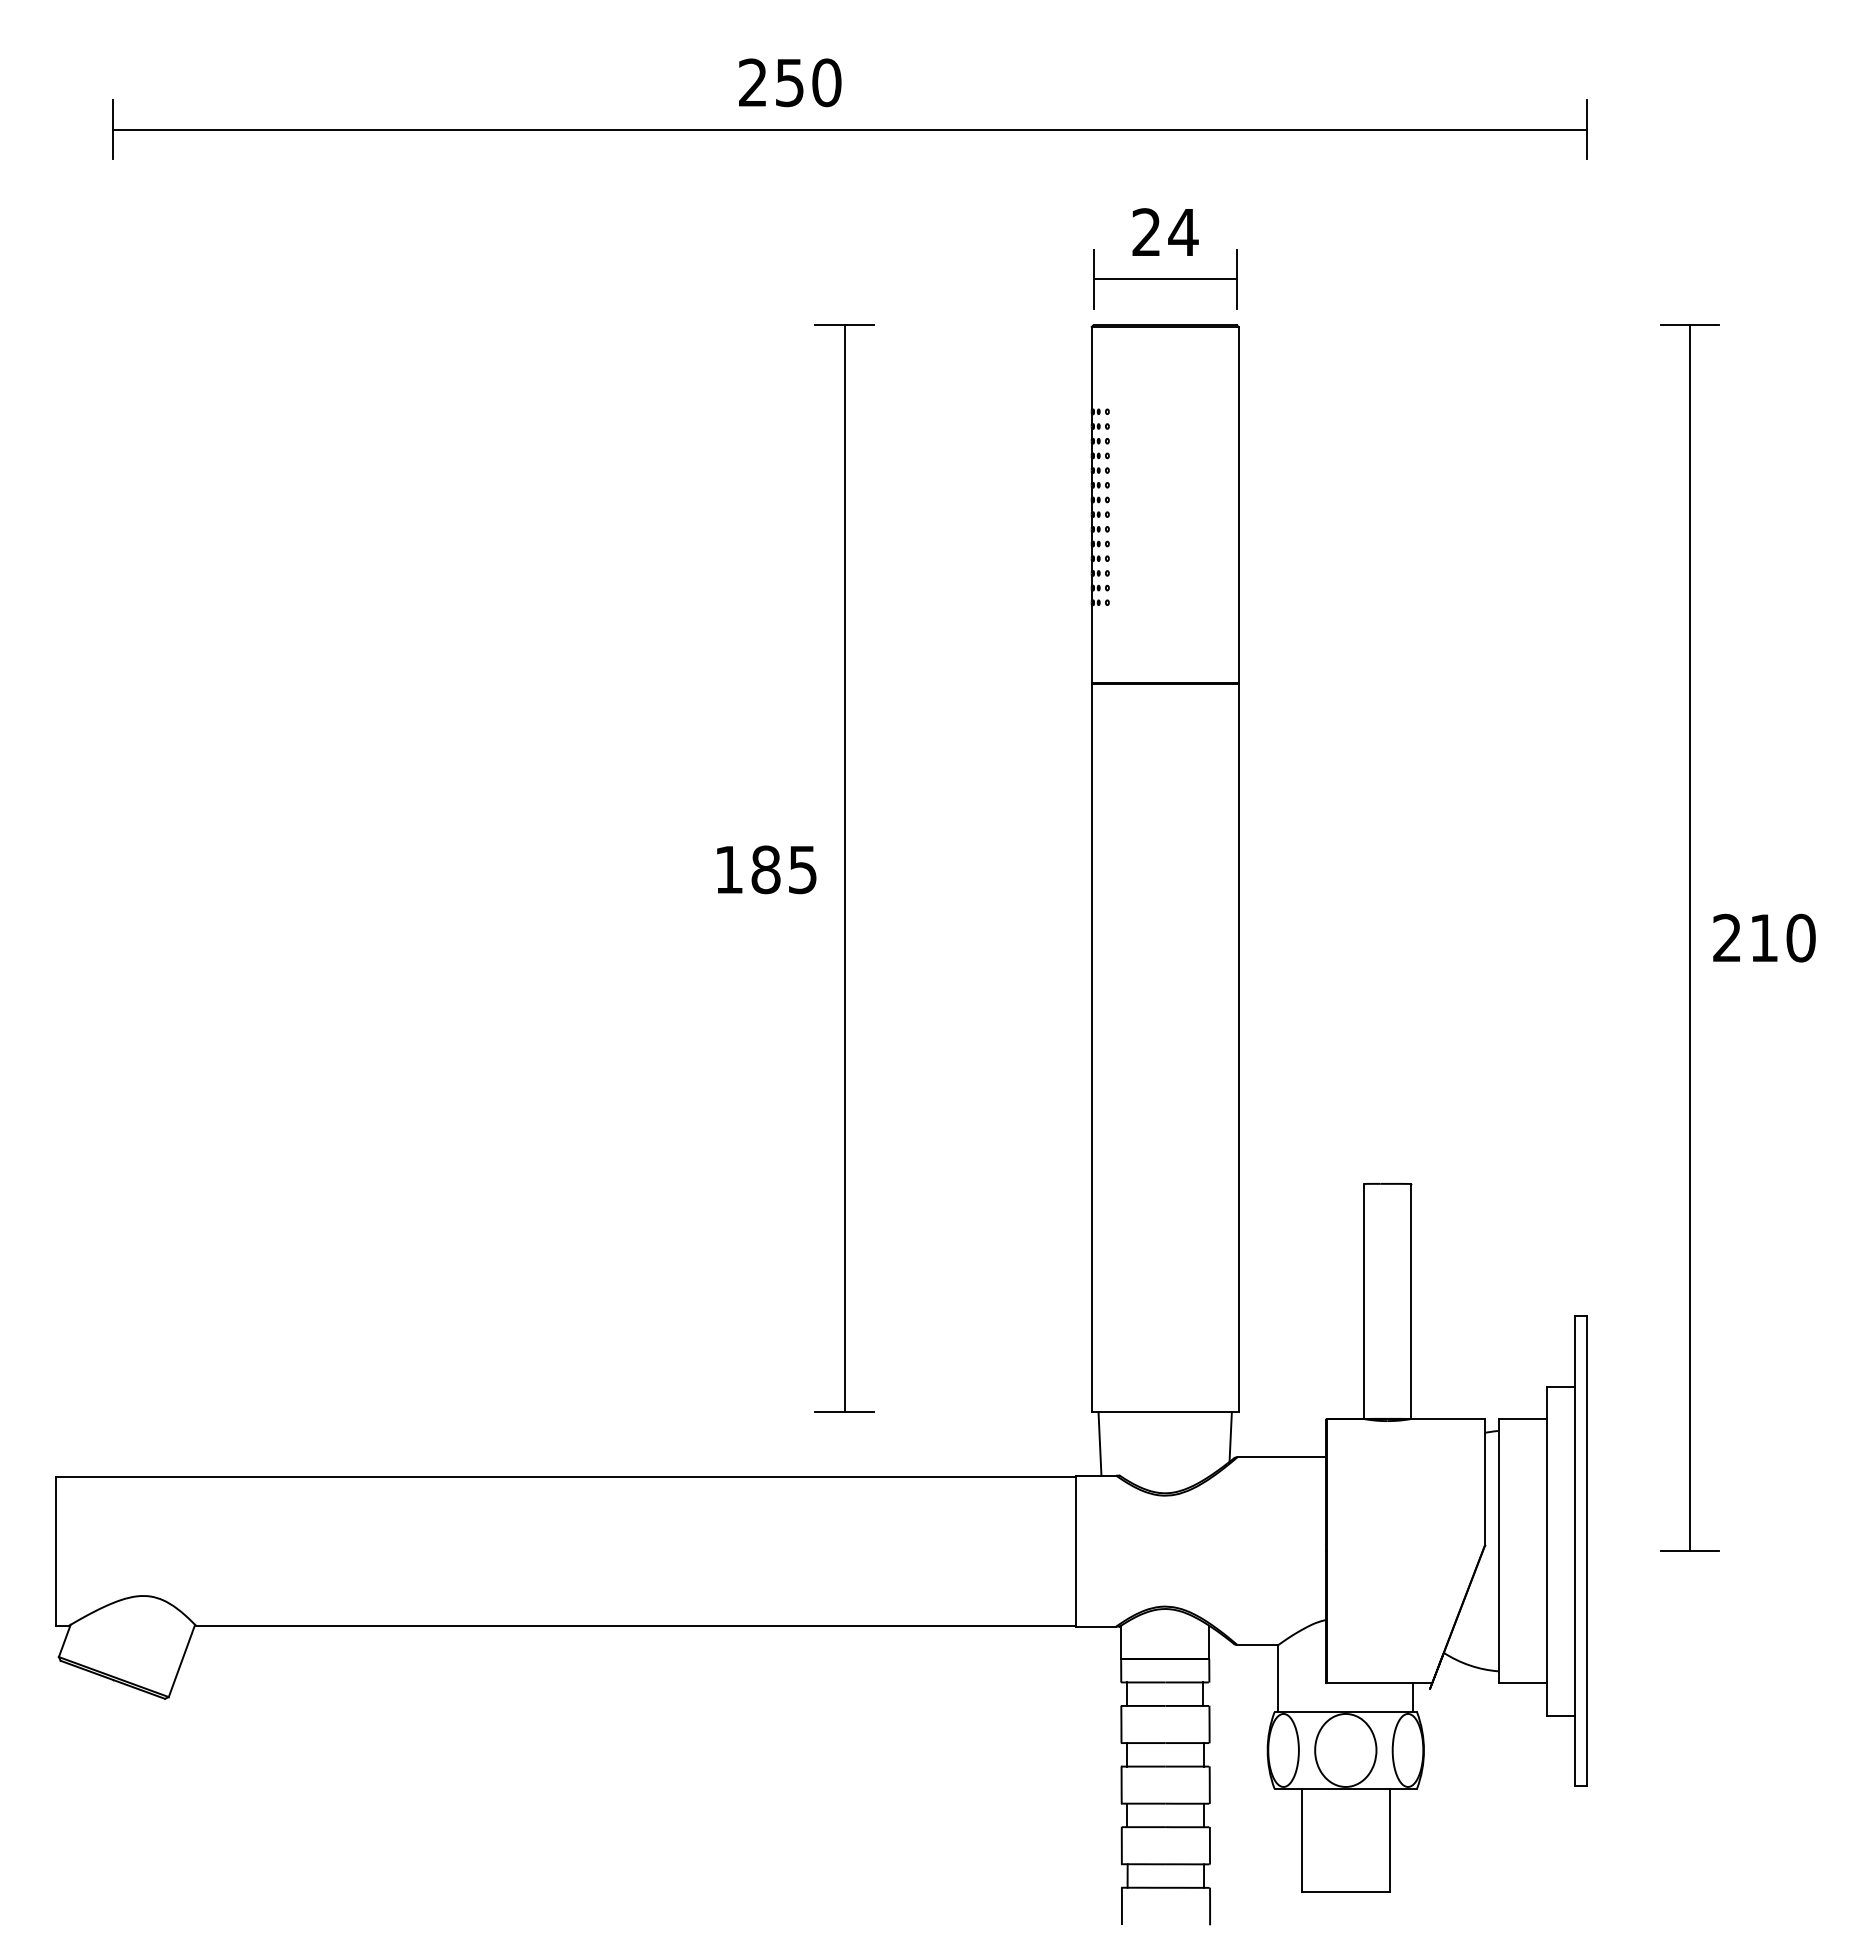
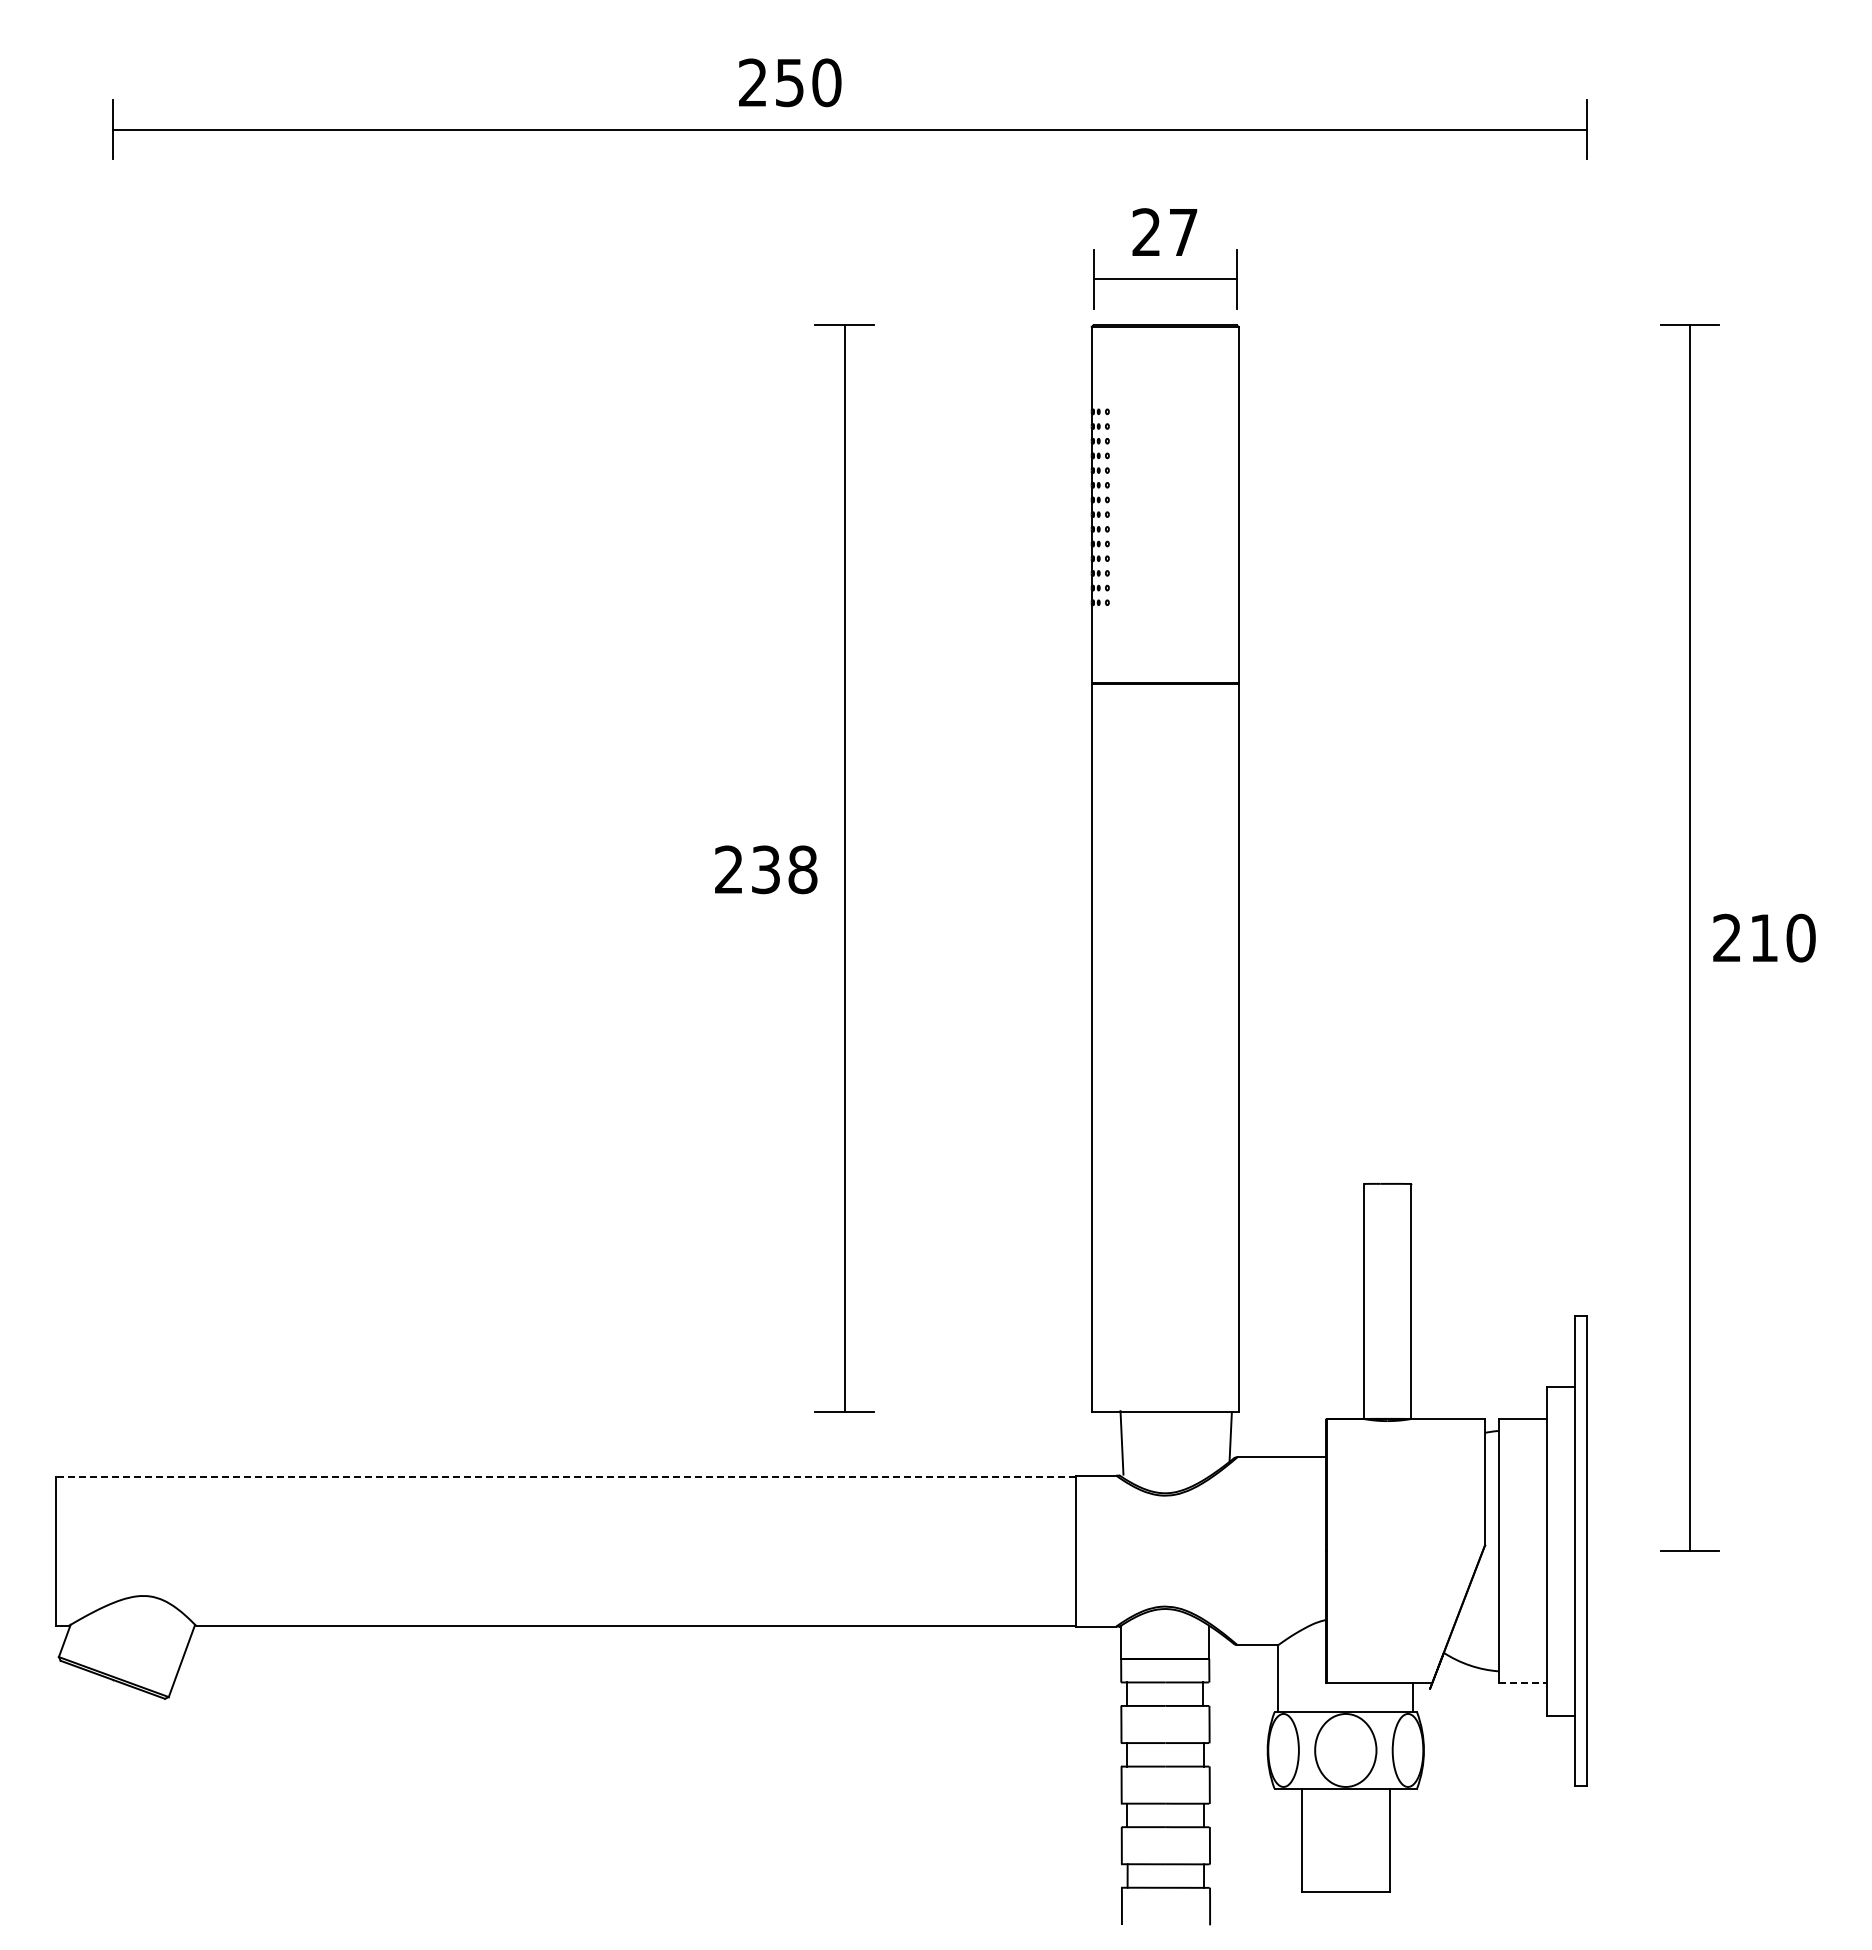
text at (1183, 232): 24 -> 27
text at (766, 869): 185 -> 238
line at (1099, 1443) position: (1099, 1443) -> (1121, 1442)
line at (566, 1476): solid -> dashed
line at (1523, 1683): solid -> dashed
